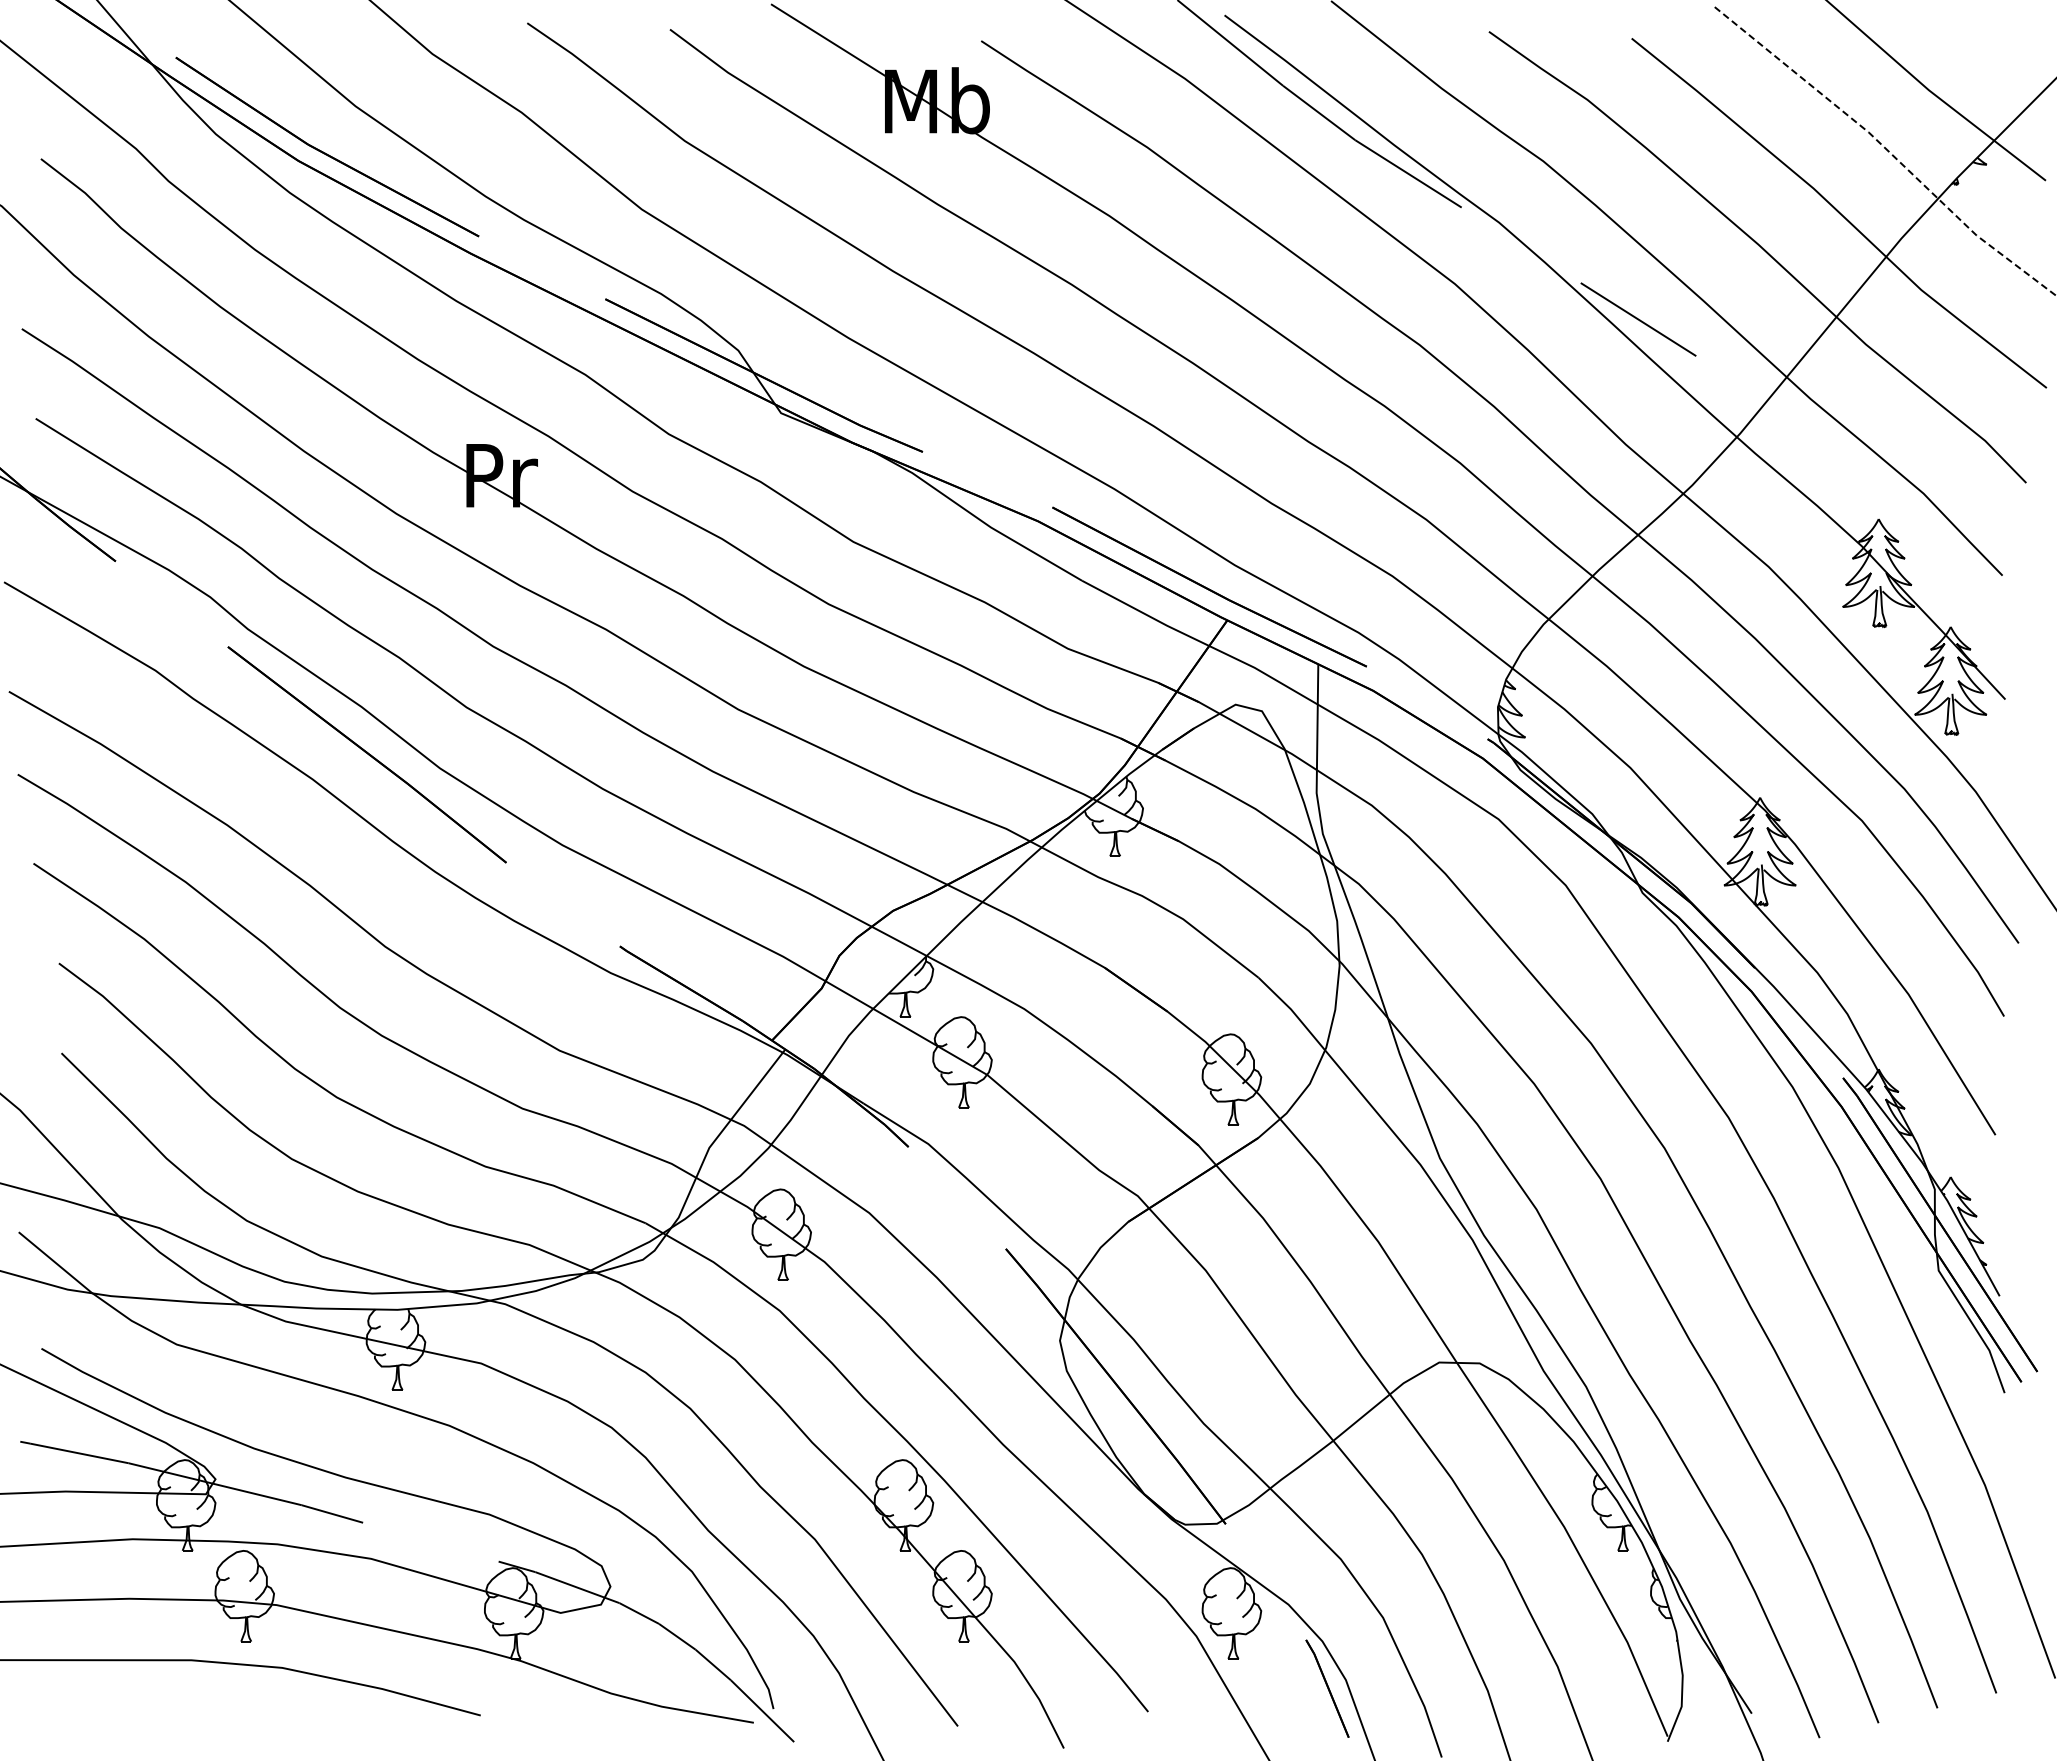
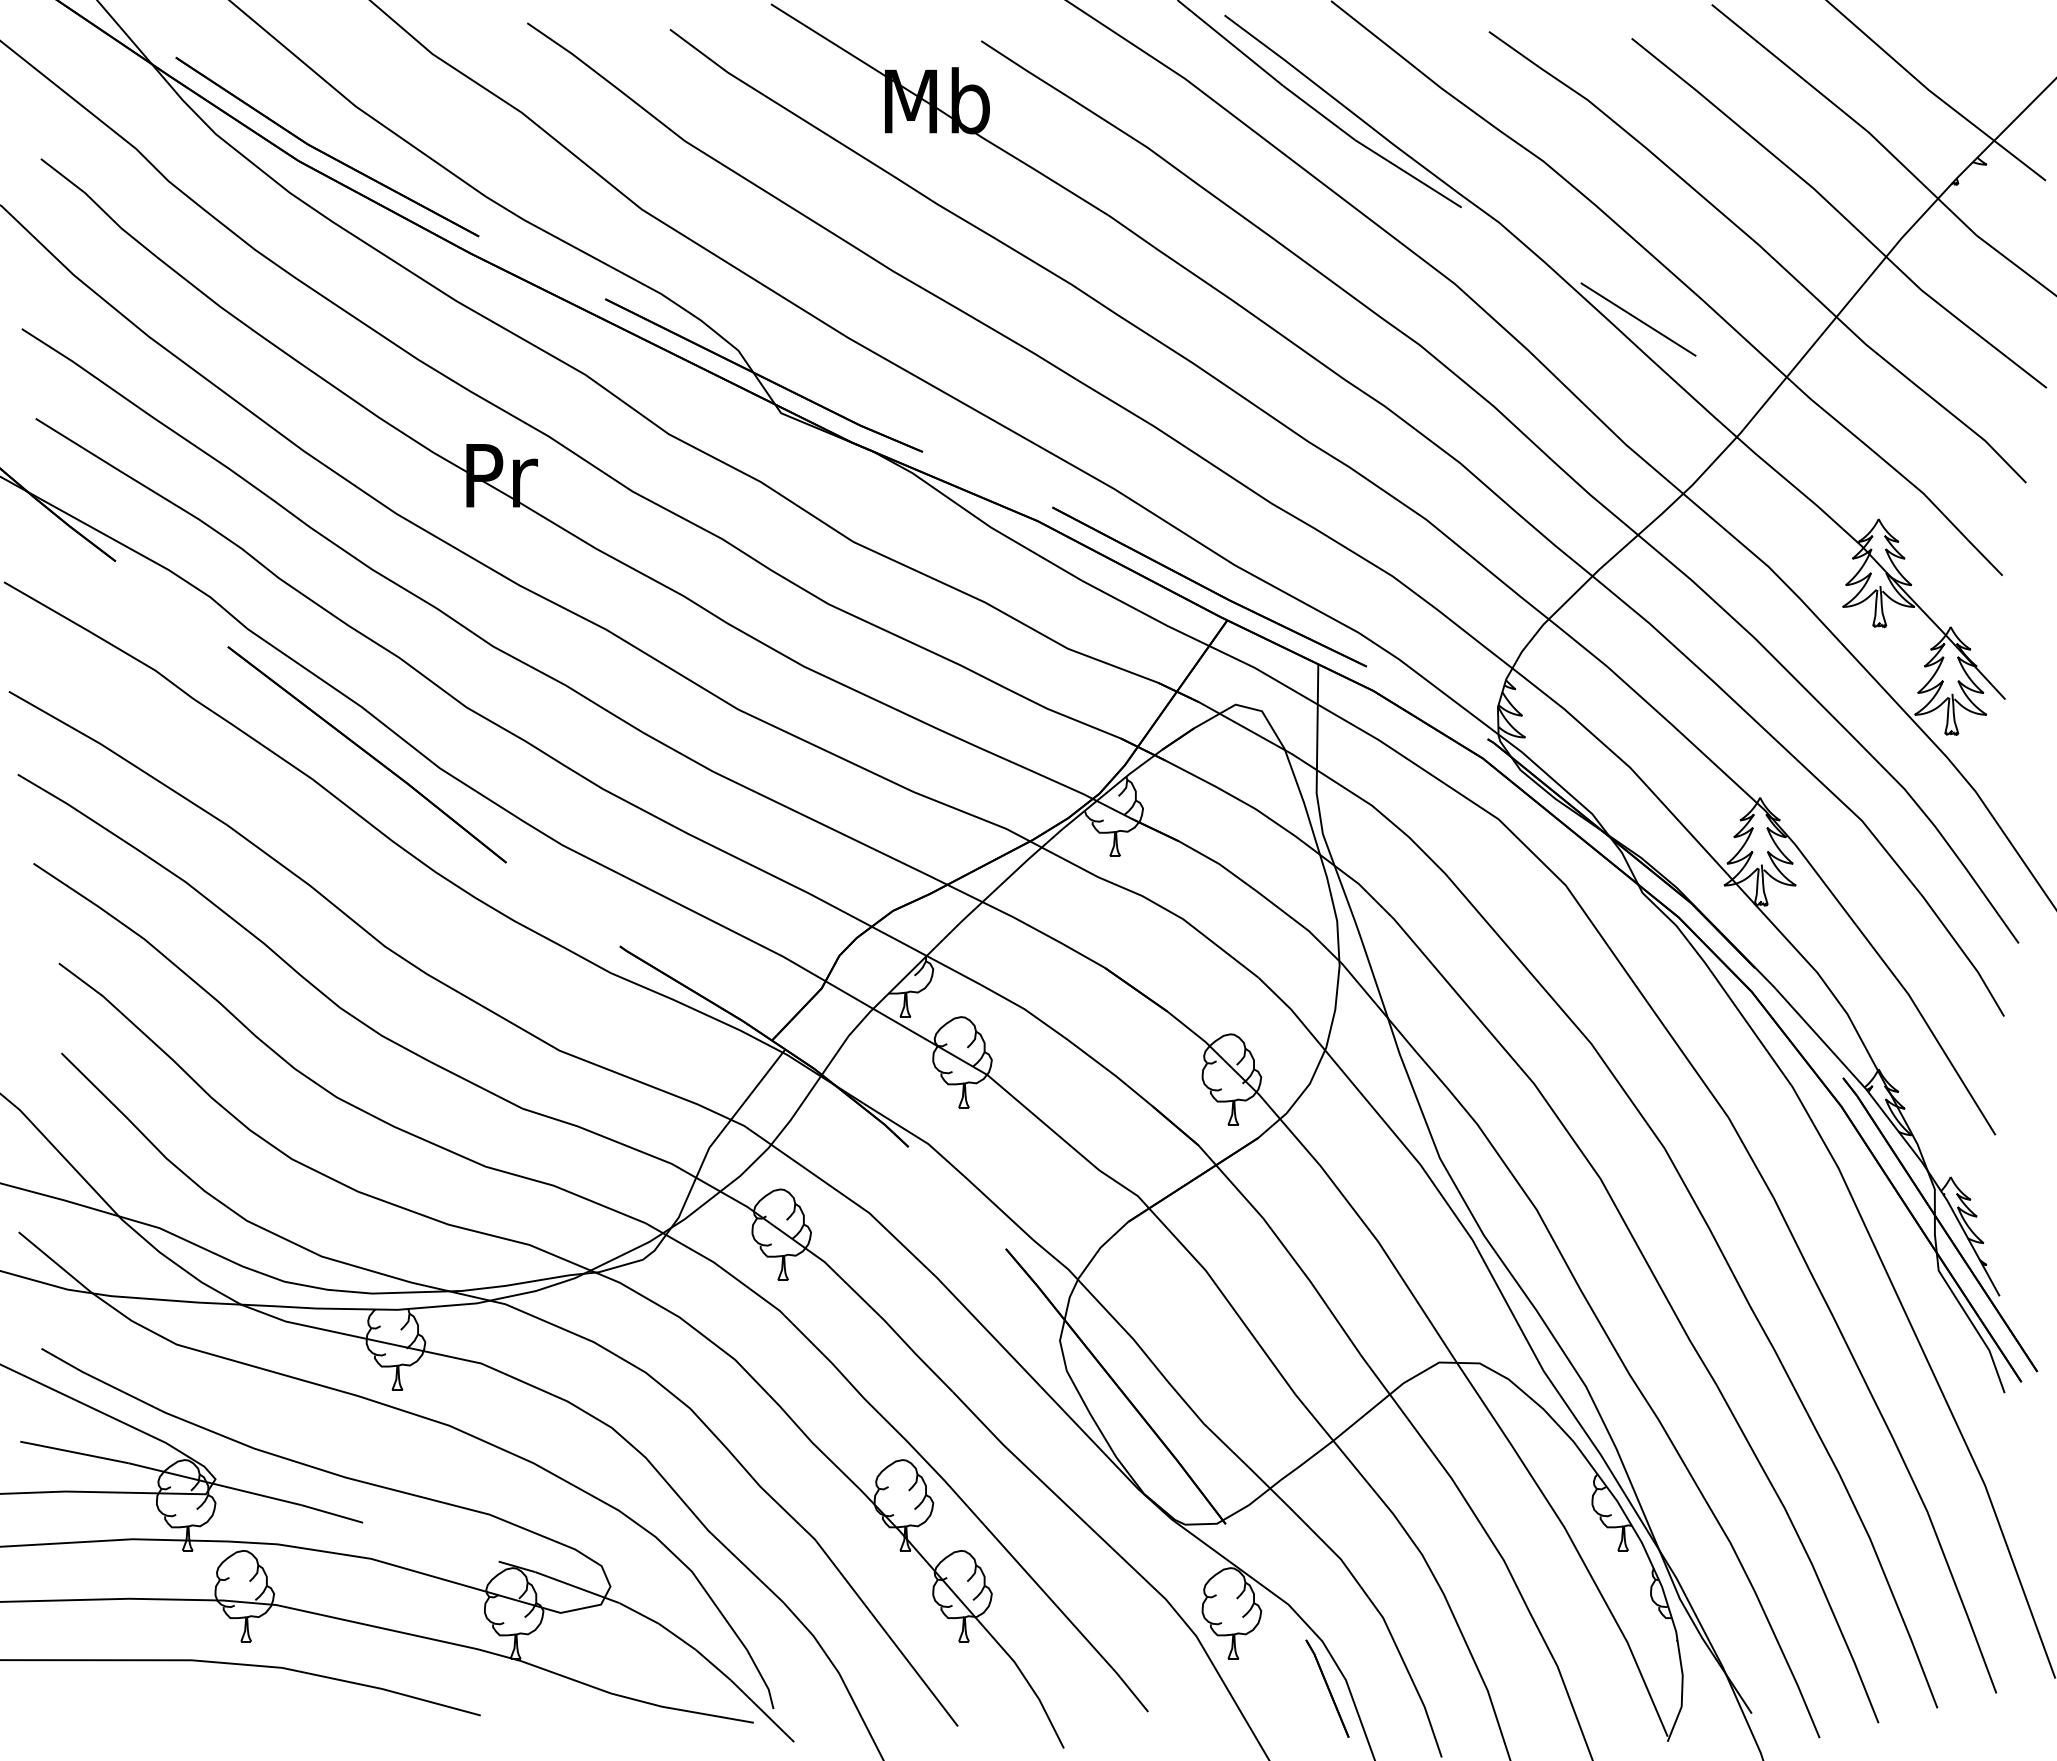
line at (1885, 148): dashed -> solid
